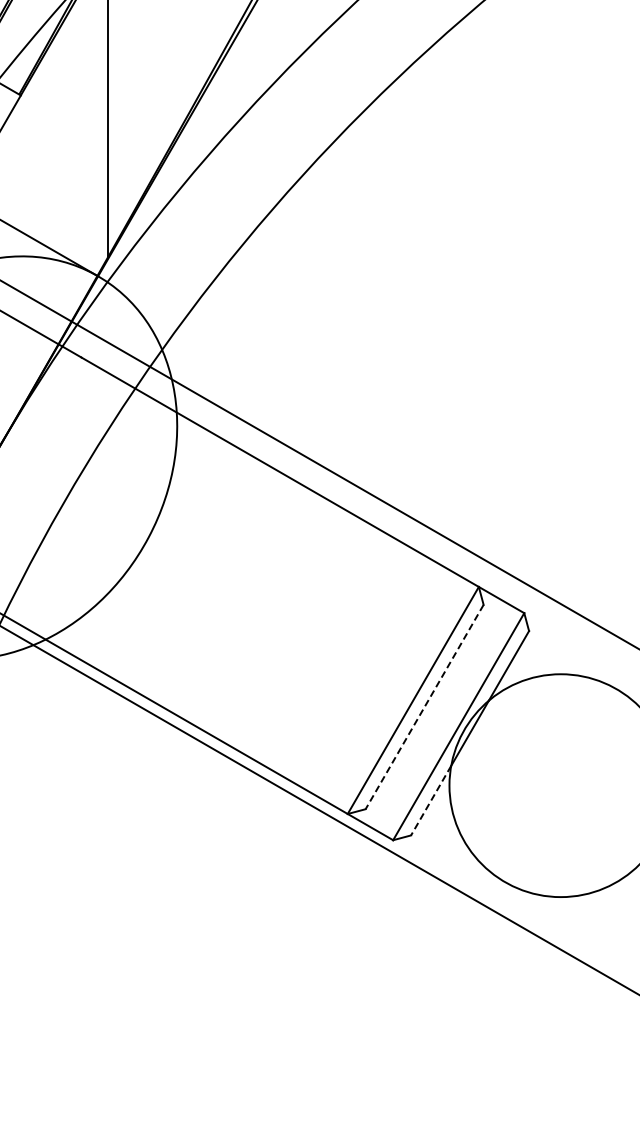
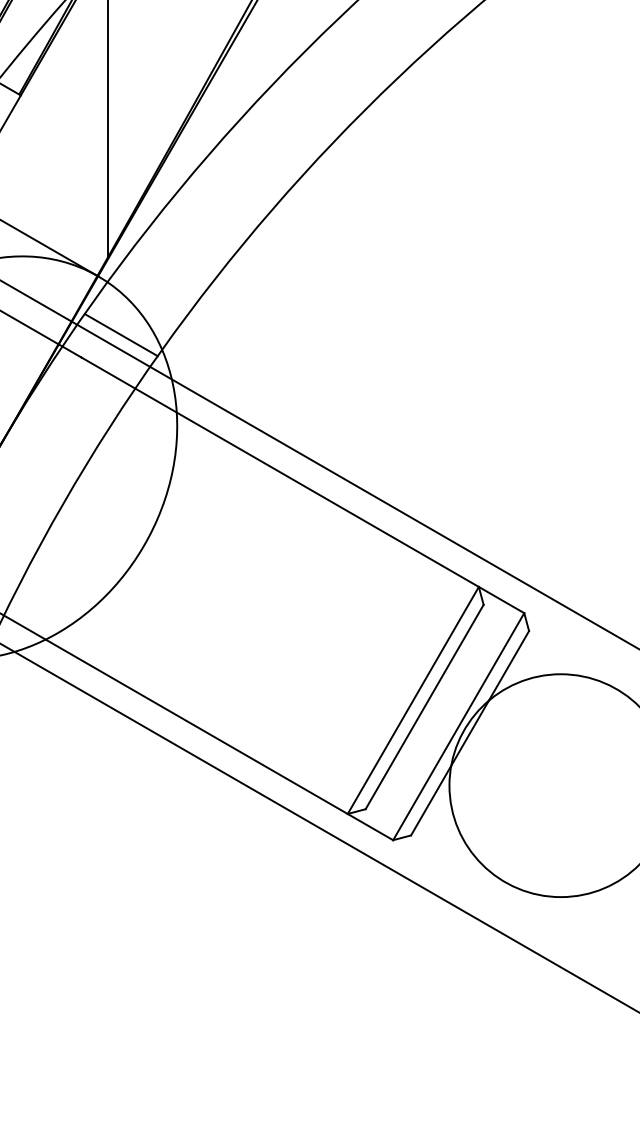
line at (120, 335): none -> present
line at (424, 707): dashed -> solid
line at (430, 801): dashed -> solid
line at (319, 810) position: (319, 810) -> (319, 827)
